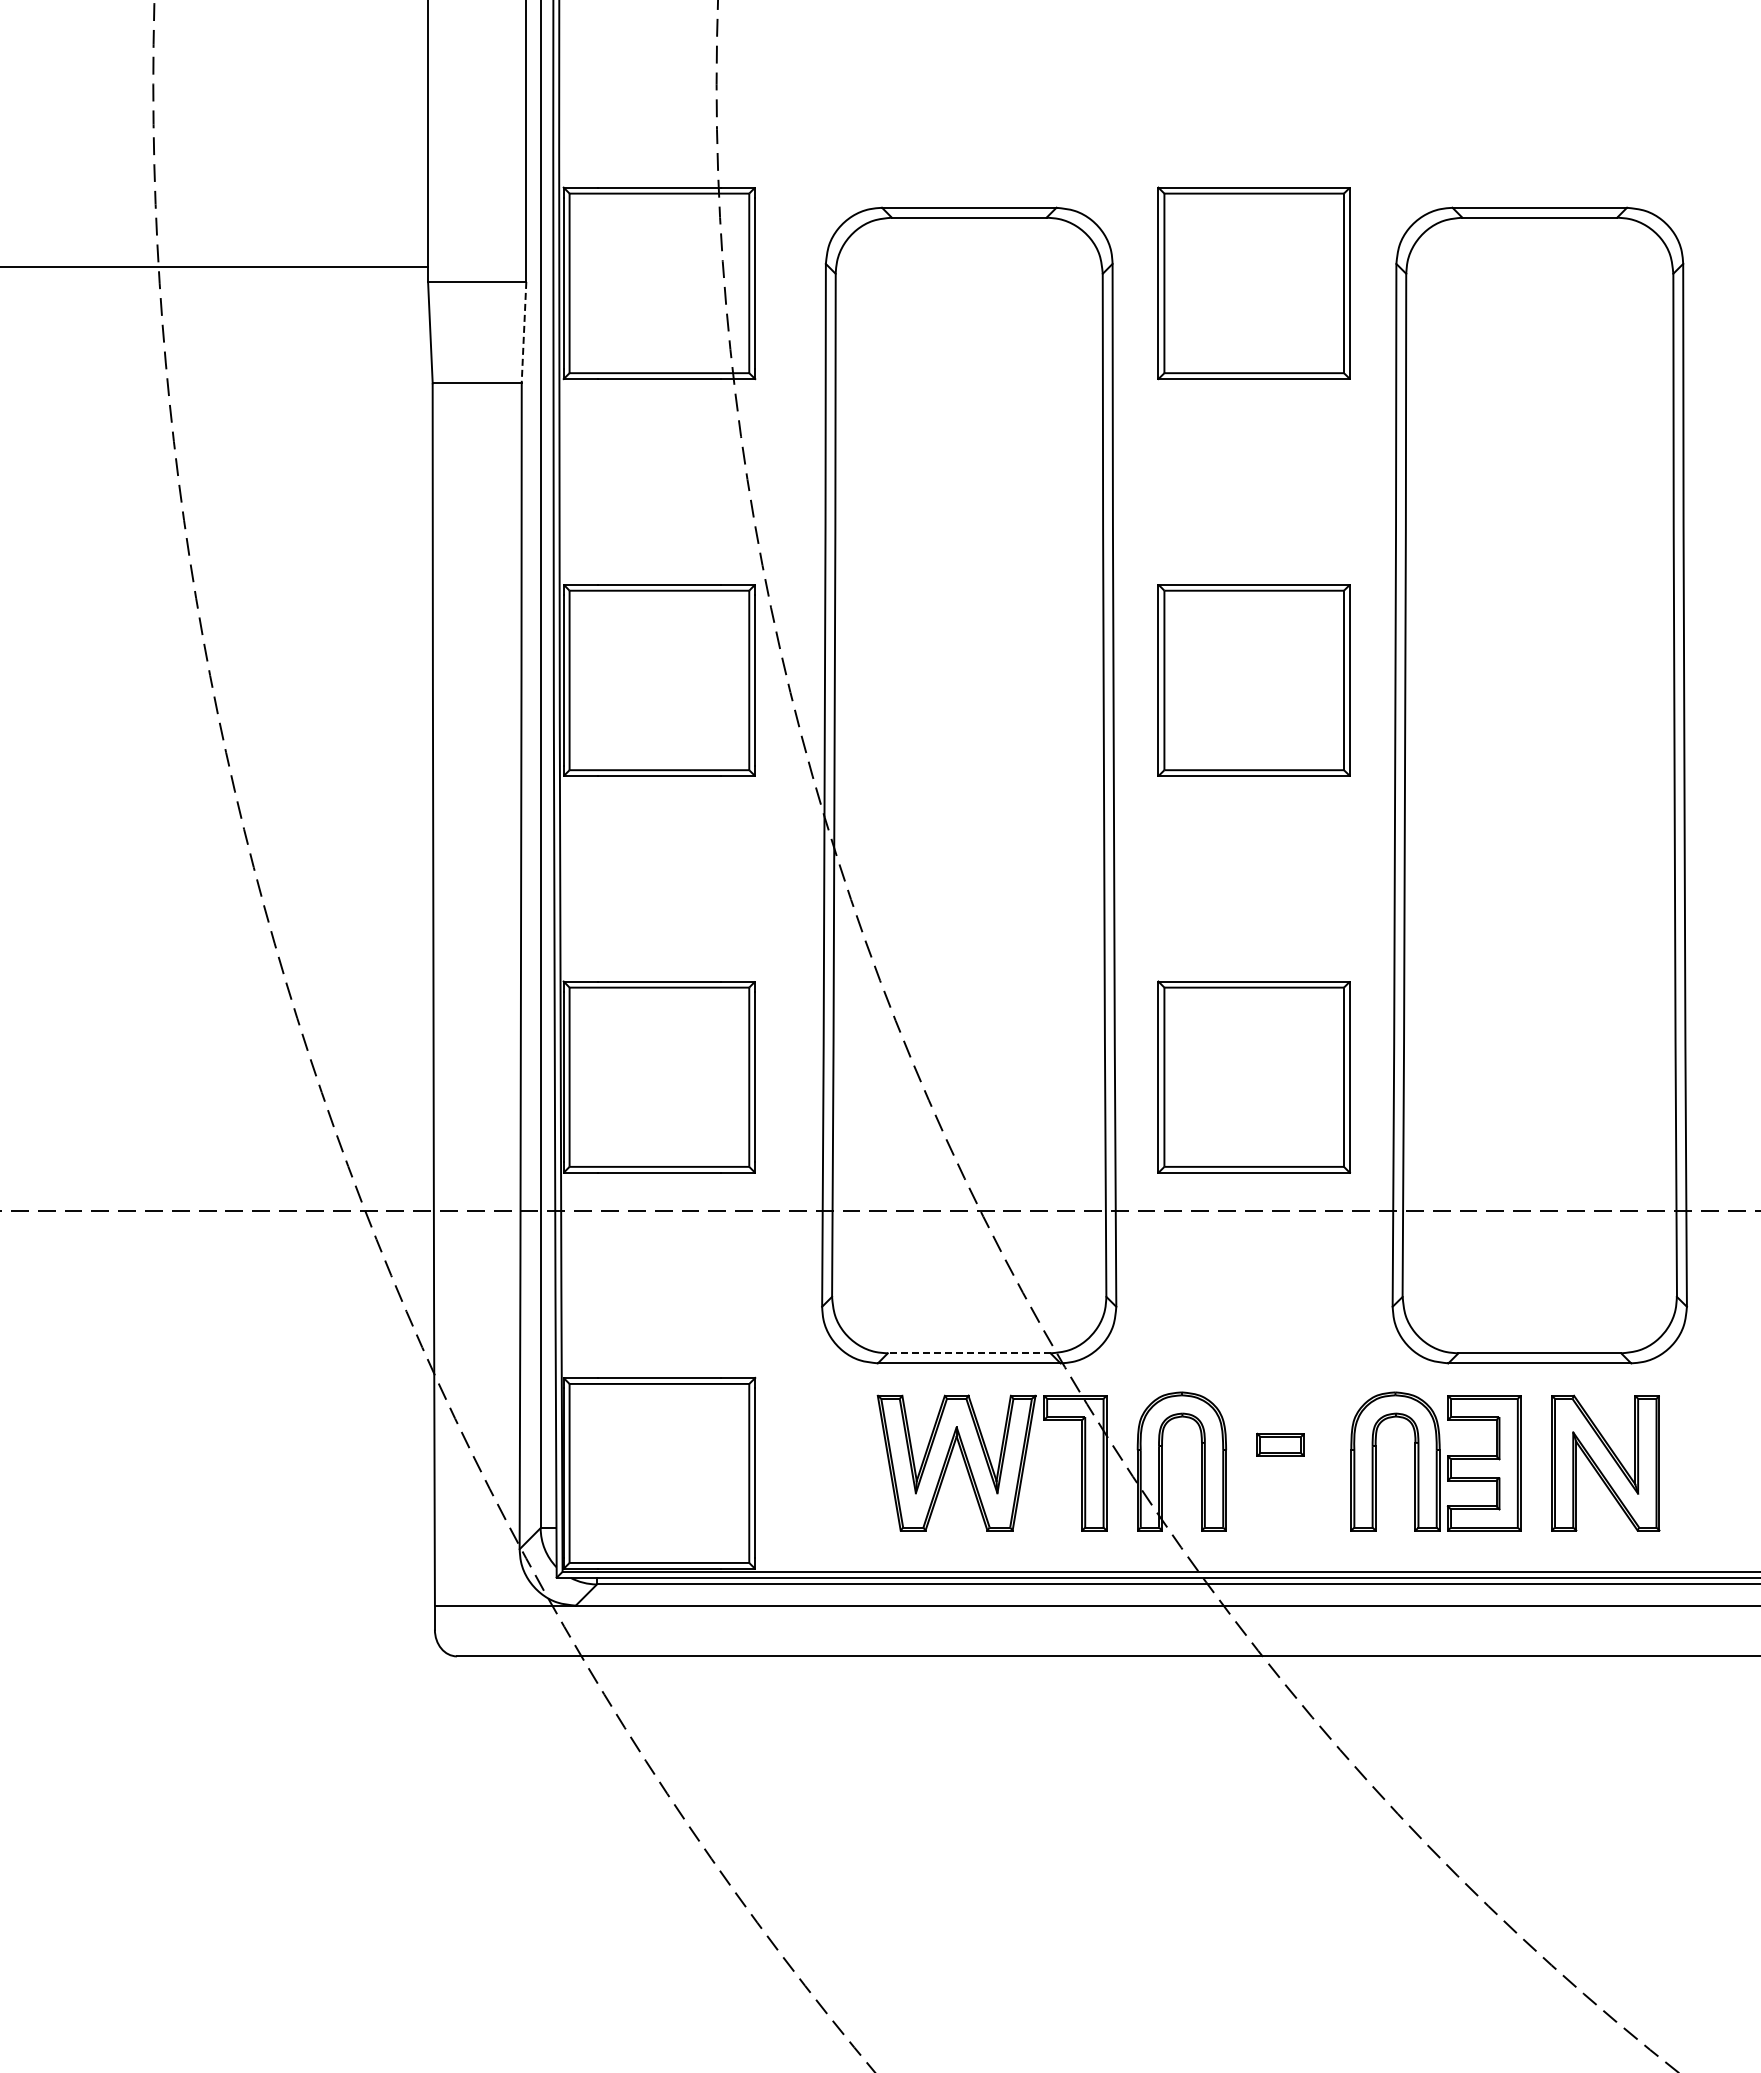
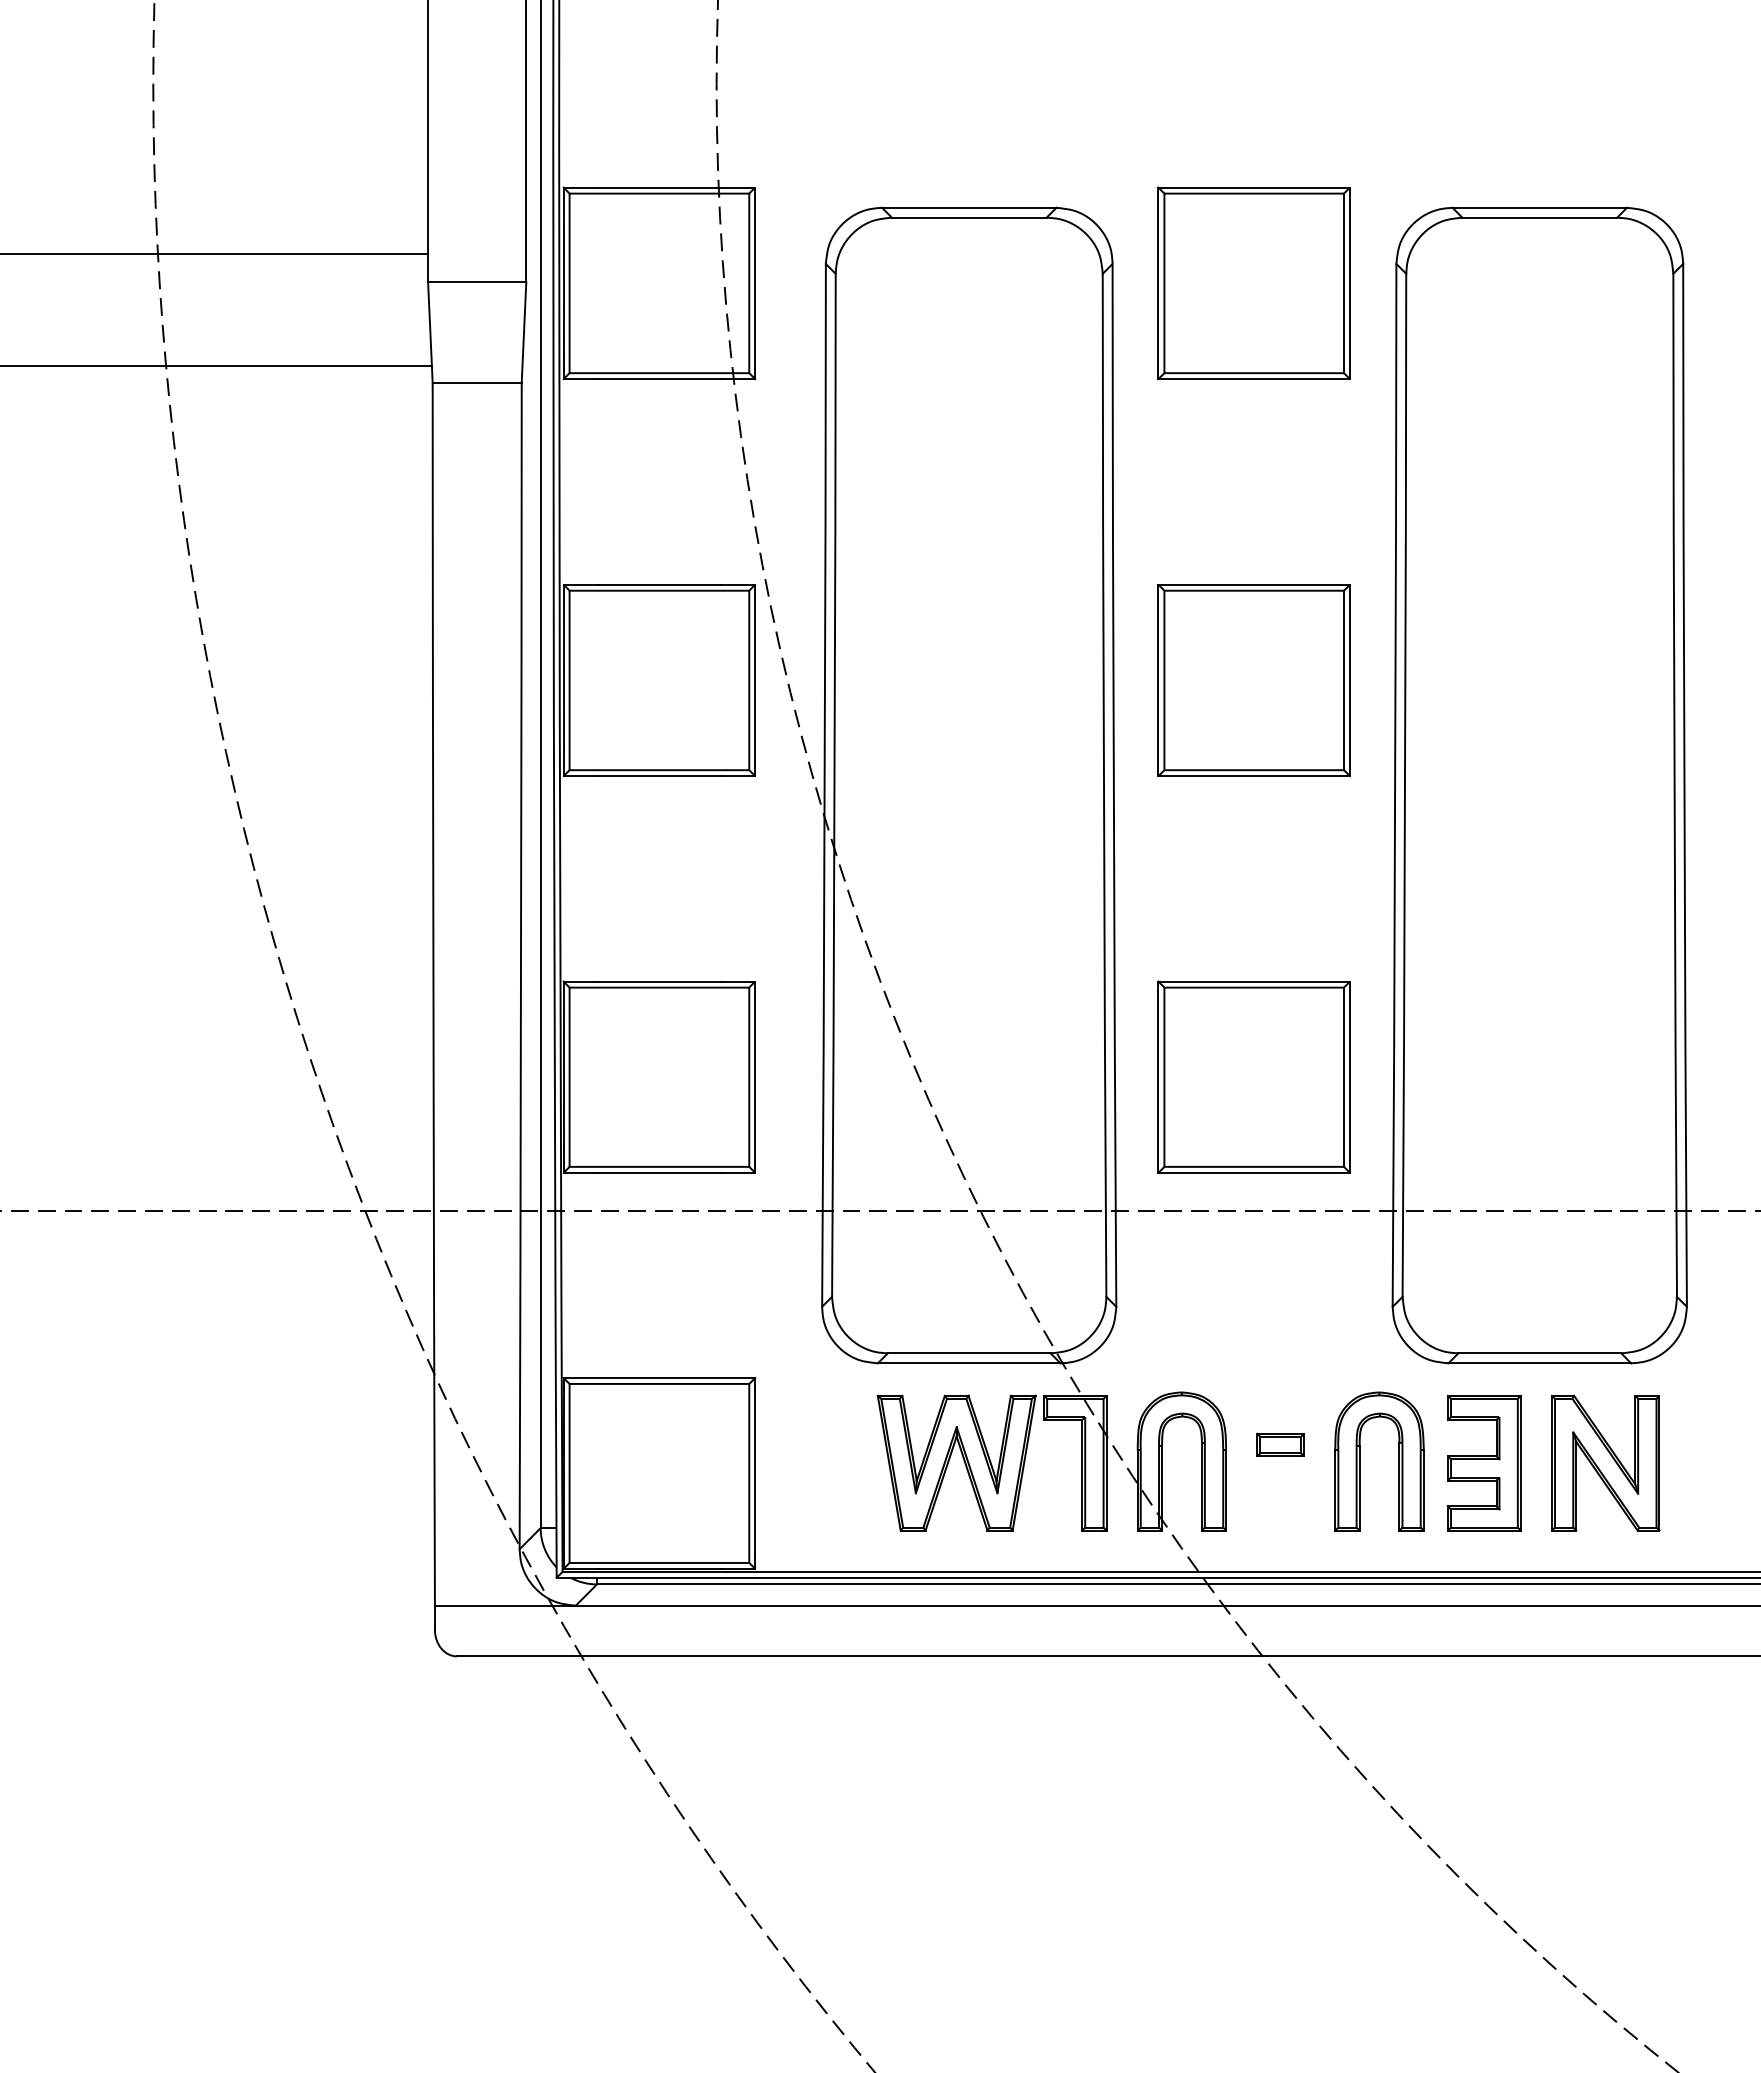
line at (215, 266) position: (215, 266) -> (215, 253)
line at (524, 332): dashed -> solid
line at (216, 366): none -> present
line at (968, 1353): dashed -> solid
part at (1376, 1461) position: (1376, 1461) -> (1360, 1461)
